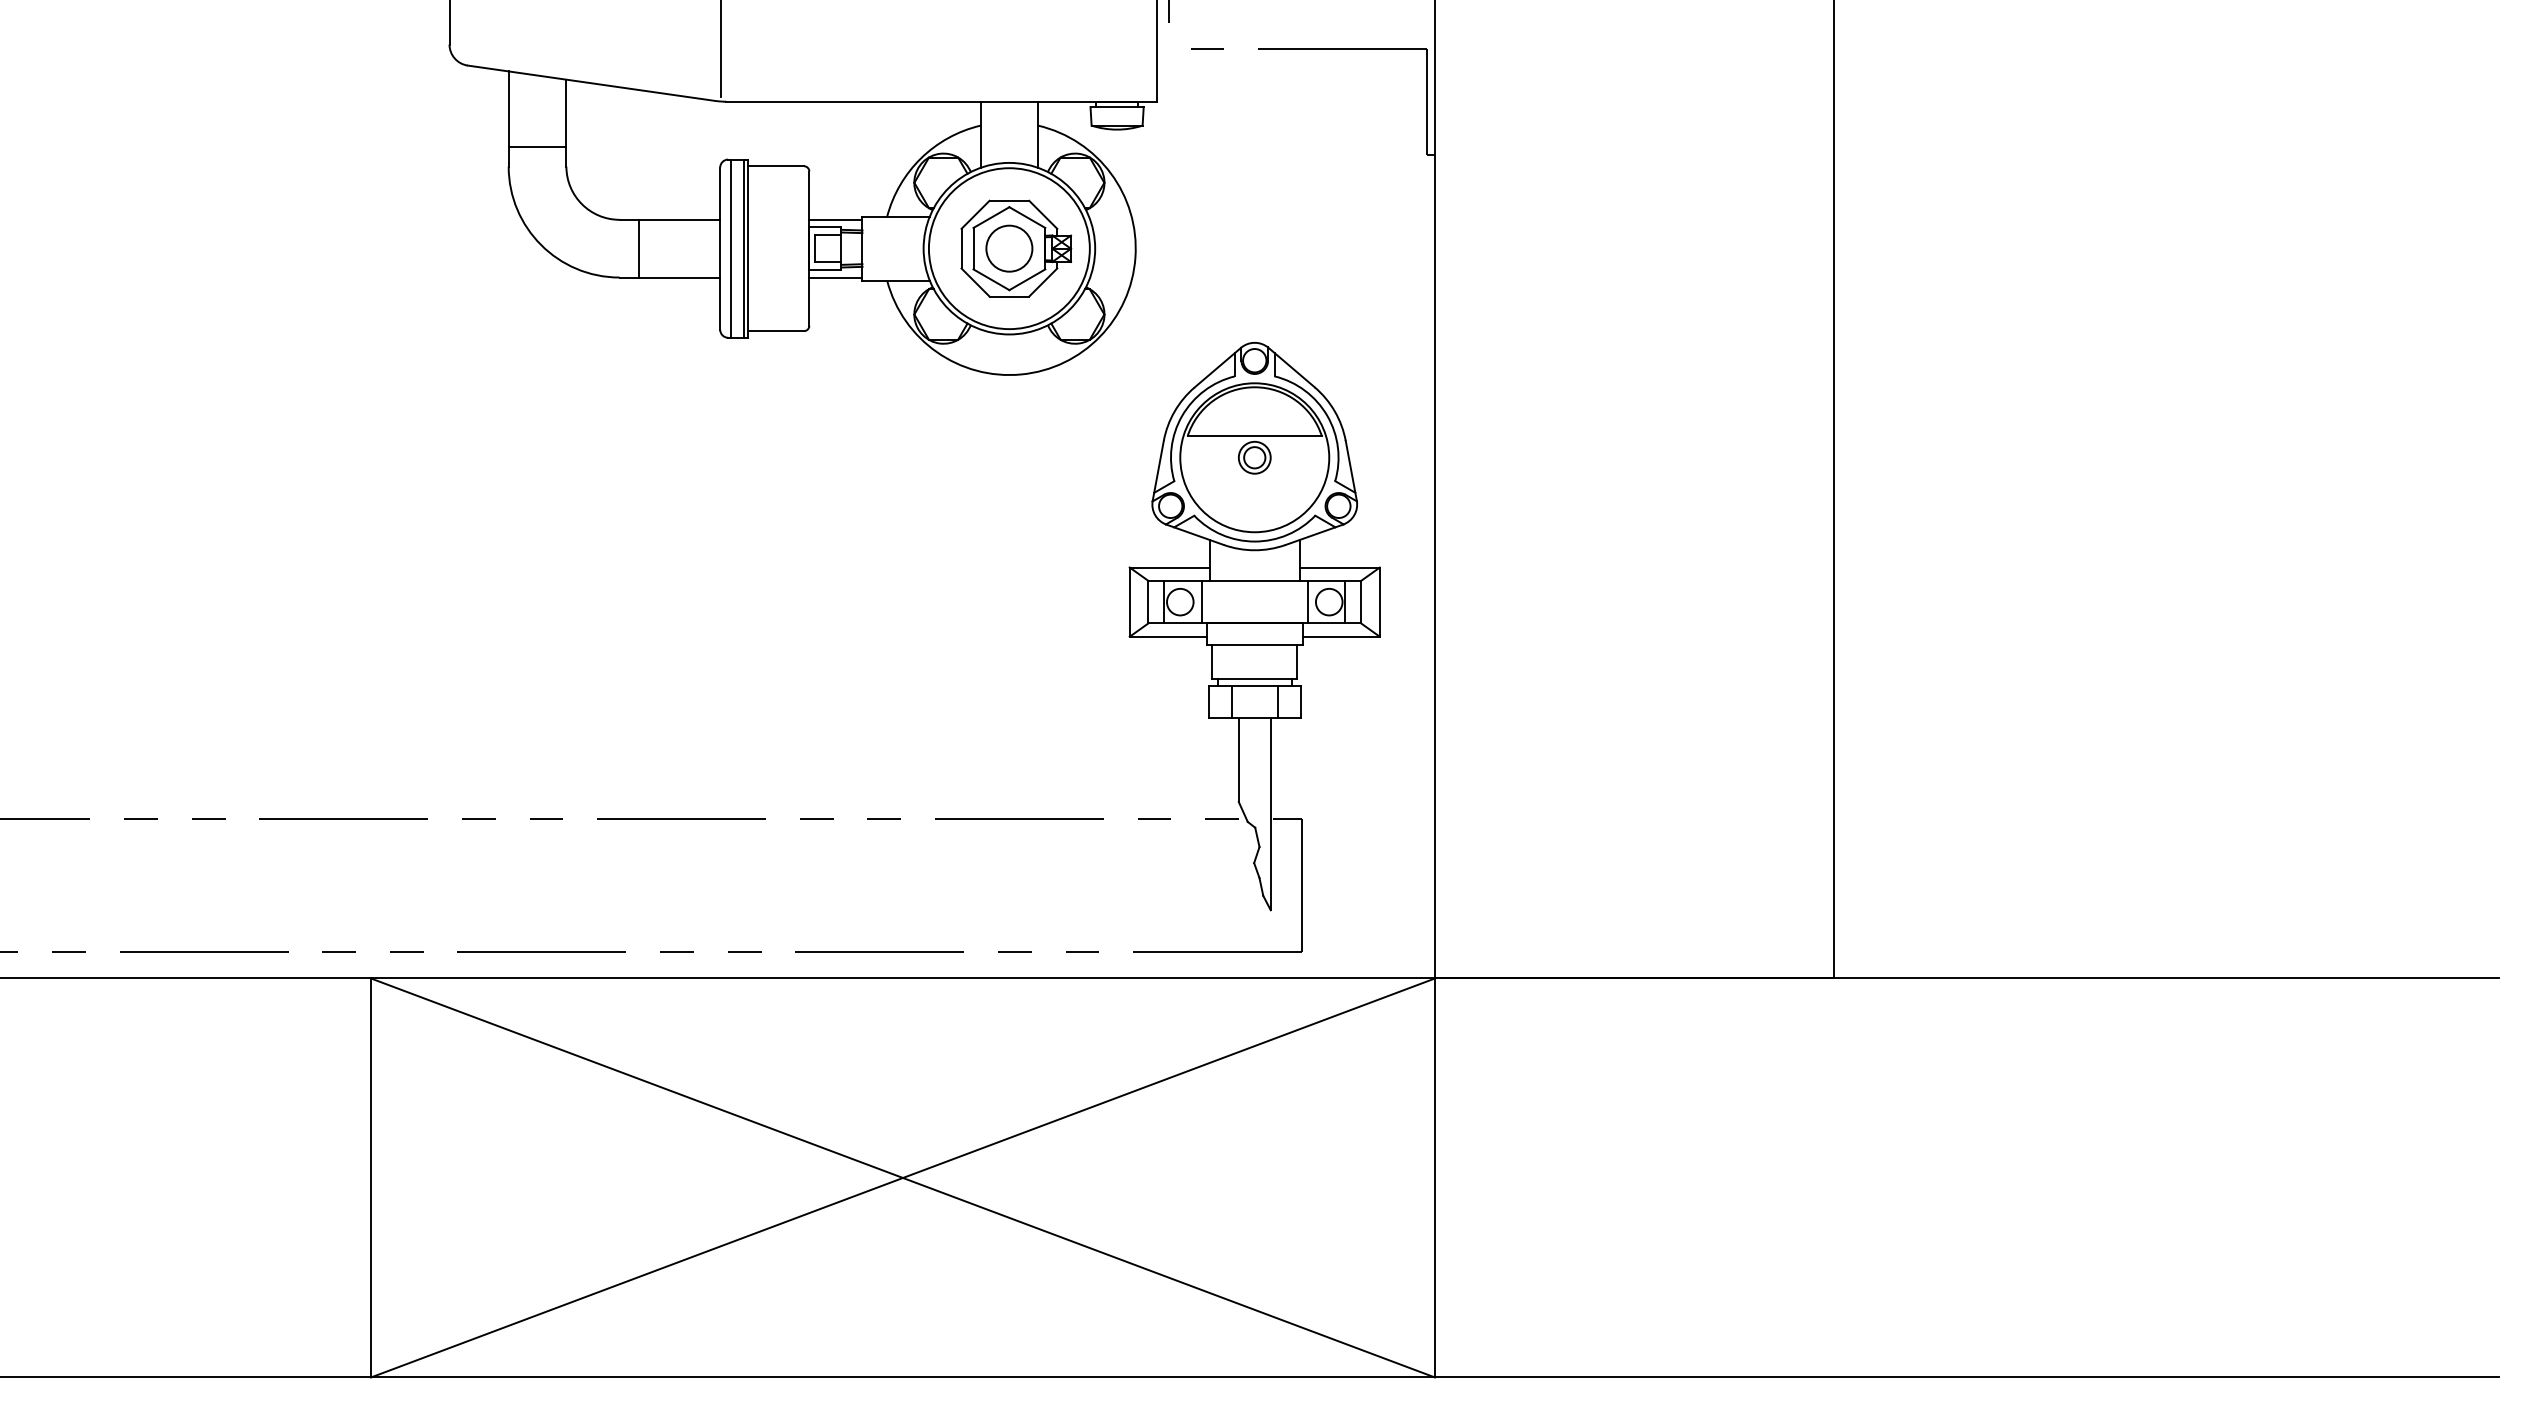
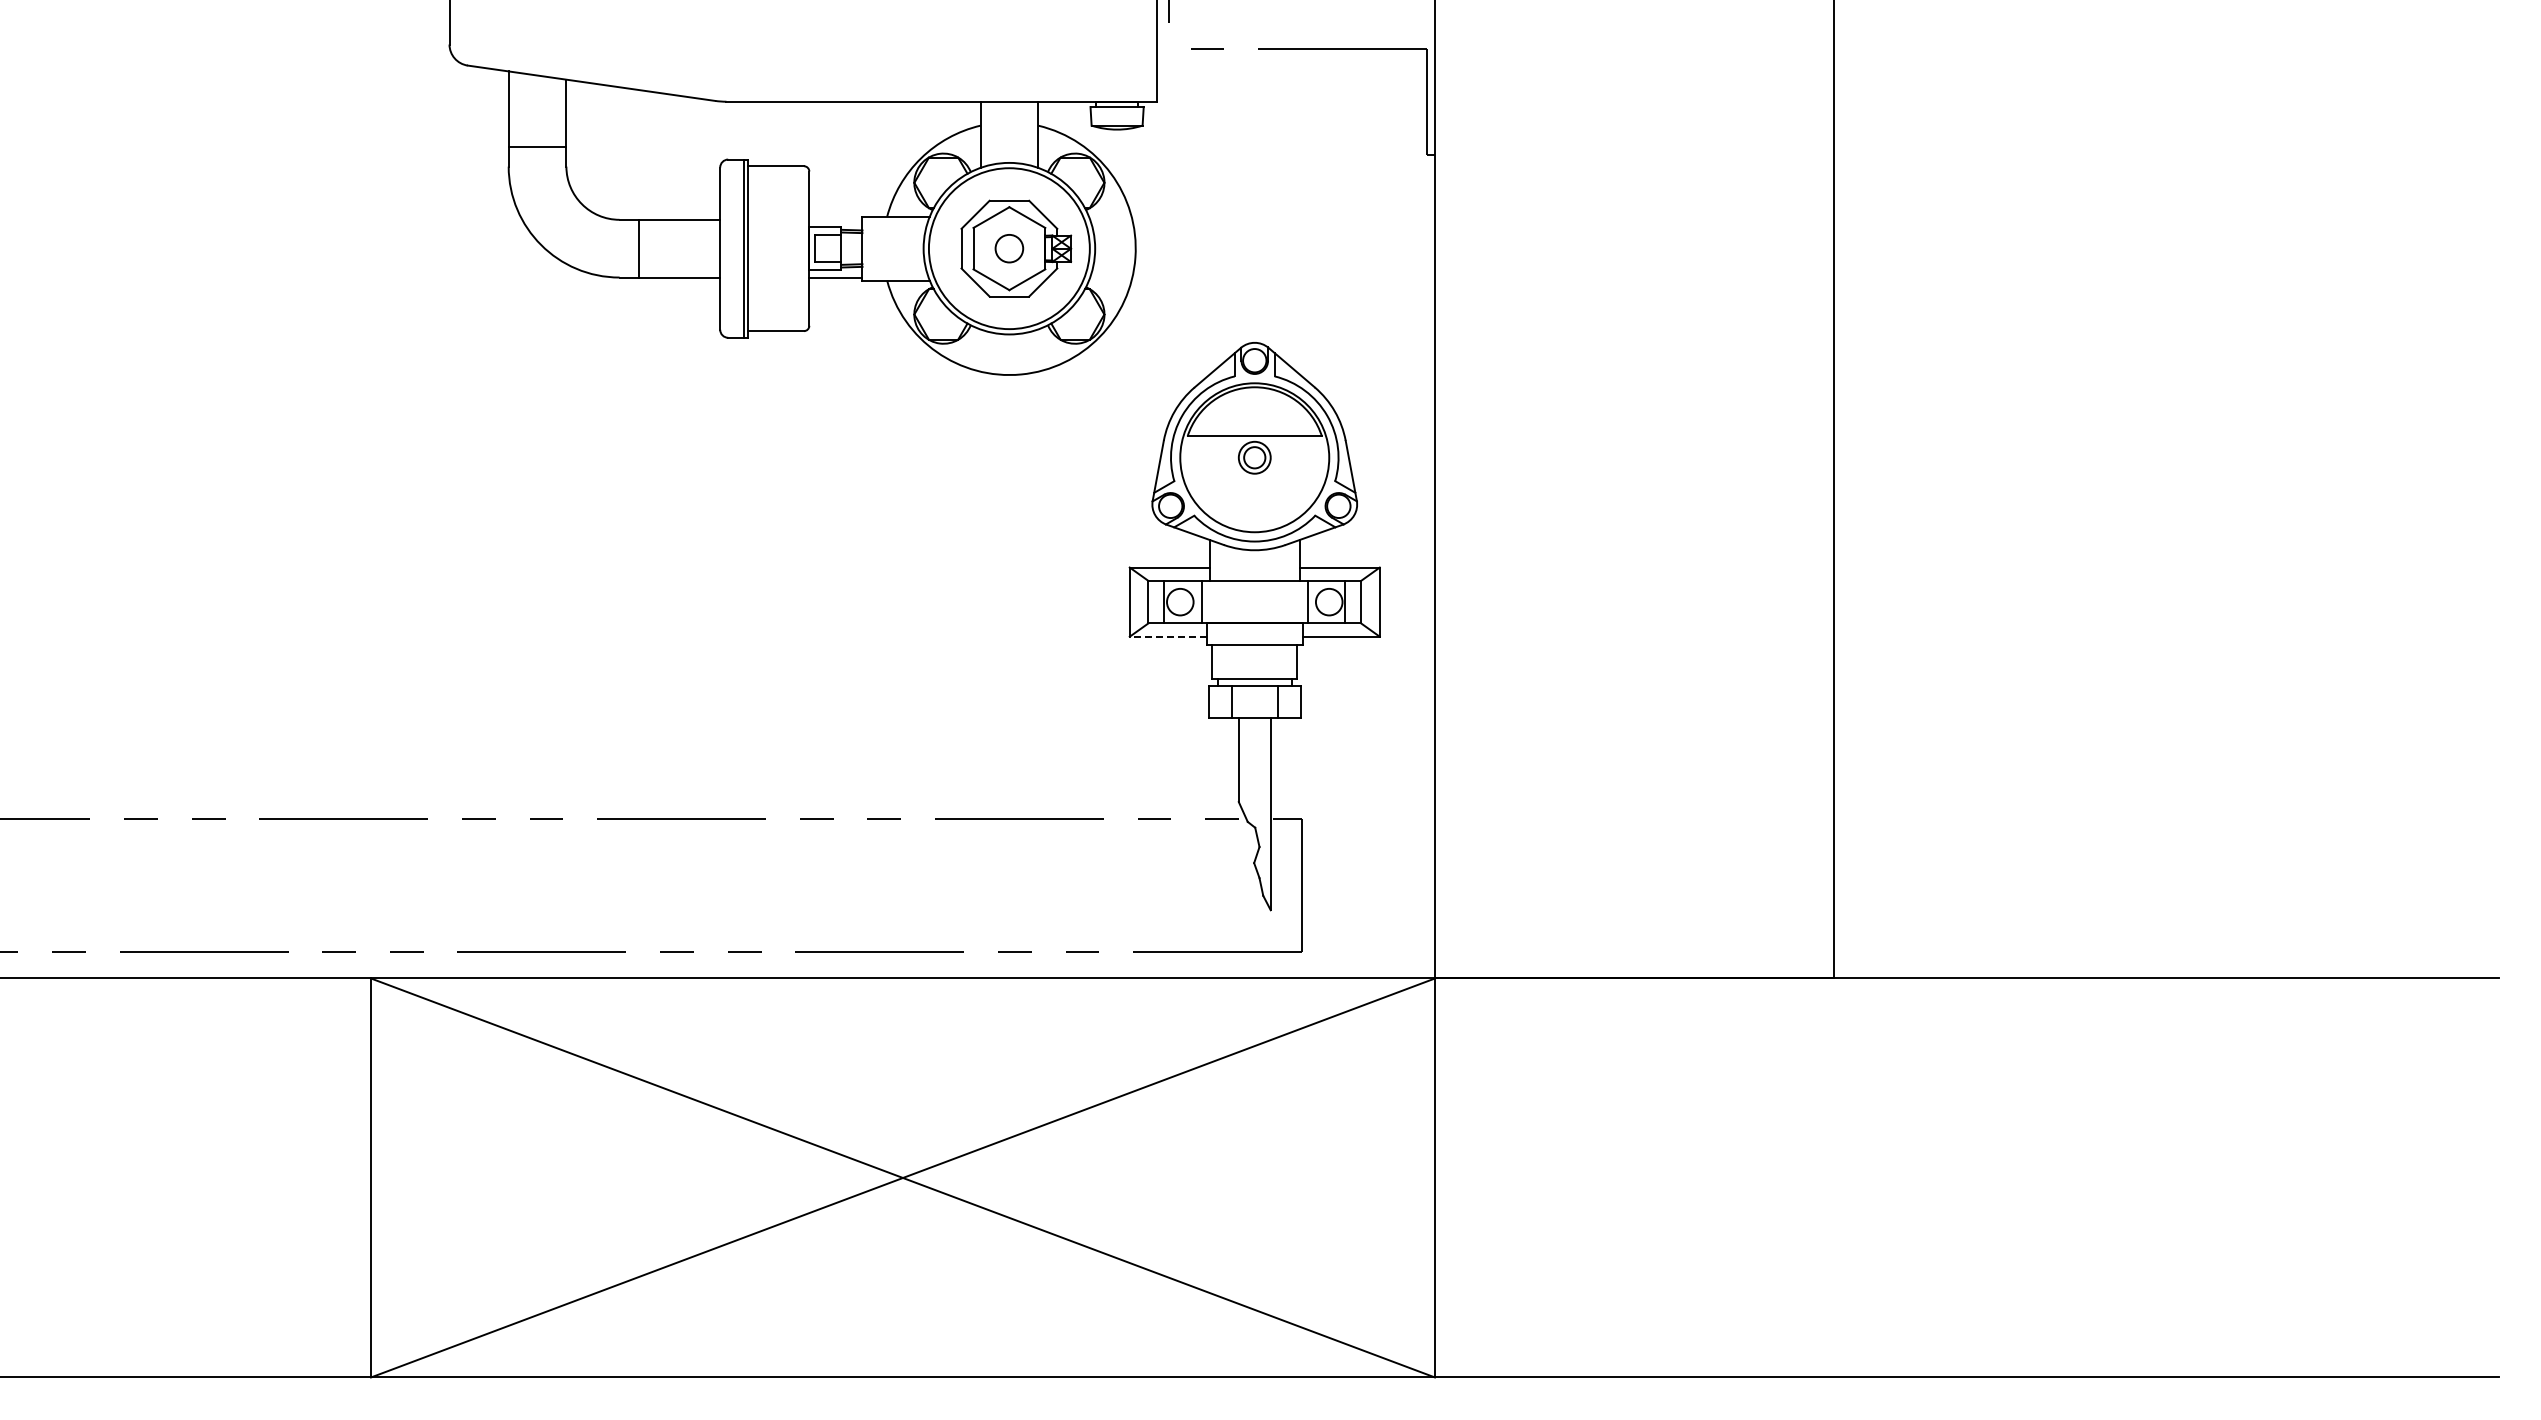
line at (720, 49): present -> none
line at (835, 219): present -> none
line at (730, 248): present -> none
circle at (1009, 248) diameter: 46 px -> 28 px
line at (1168, 636): solid -> dashed
